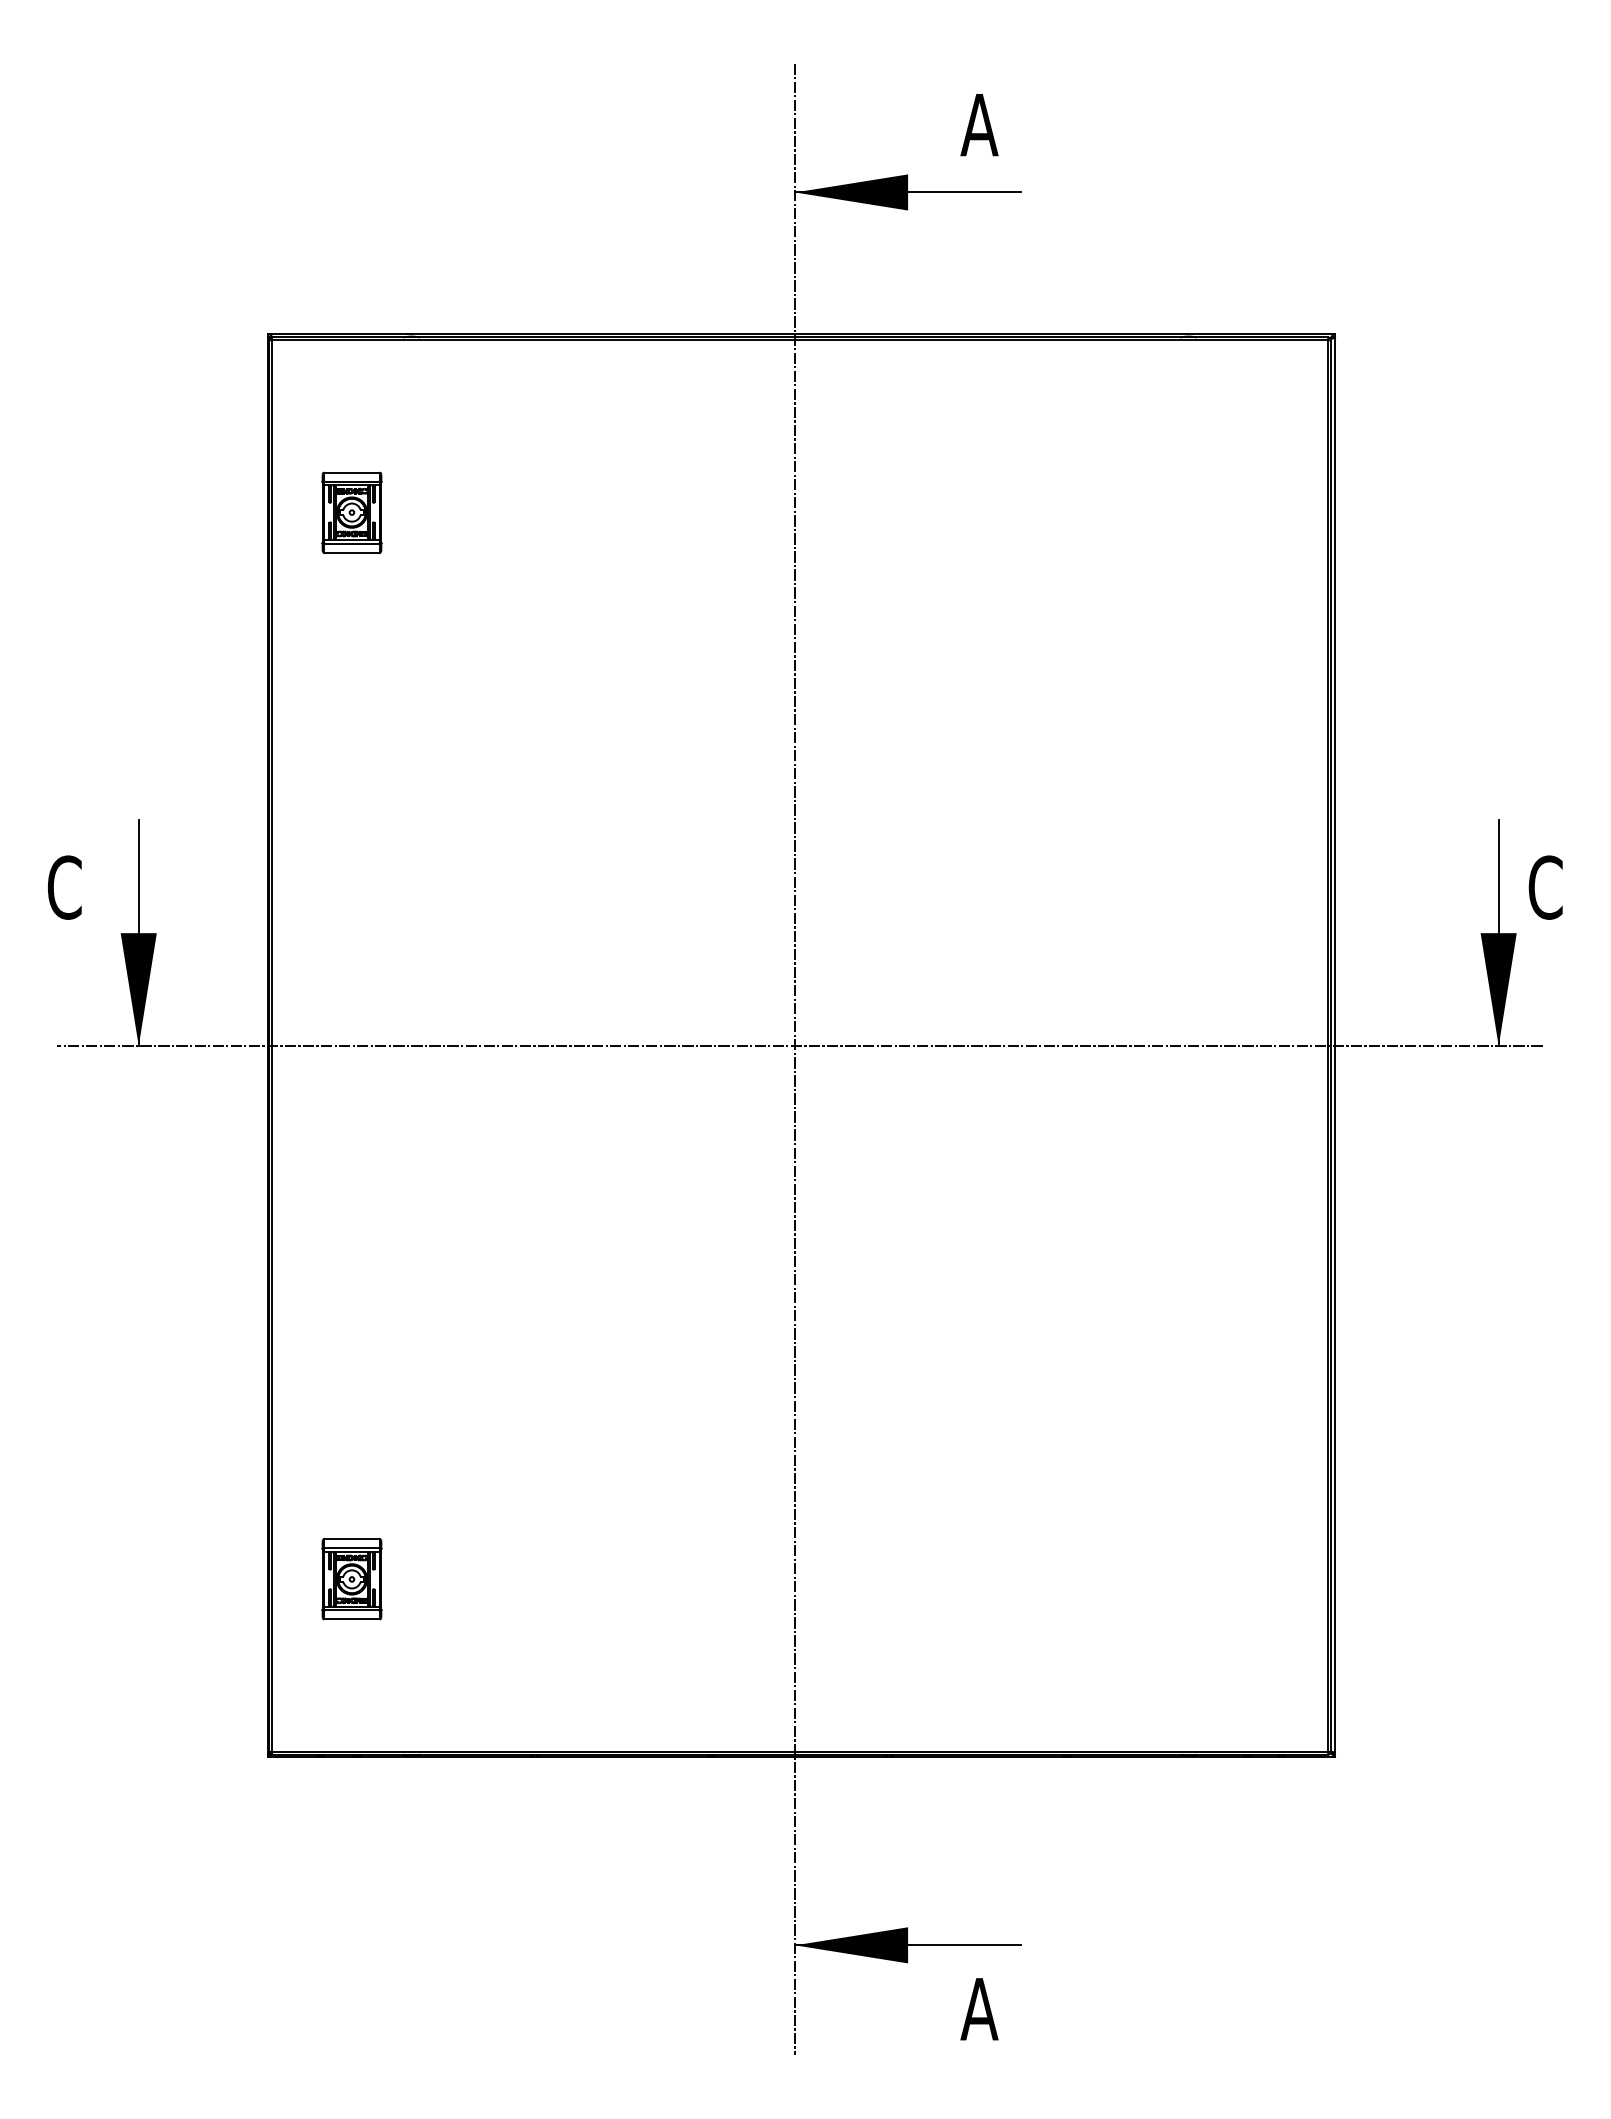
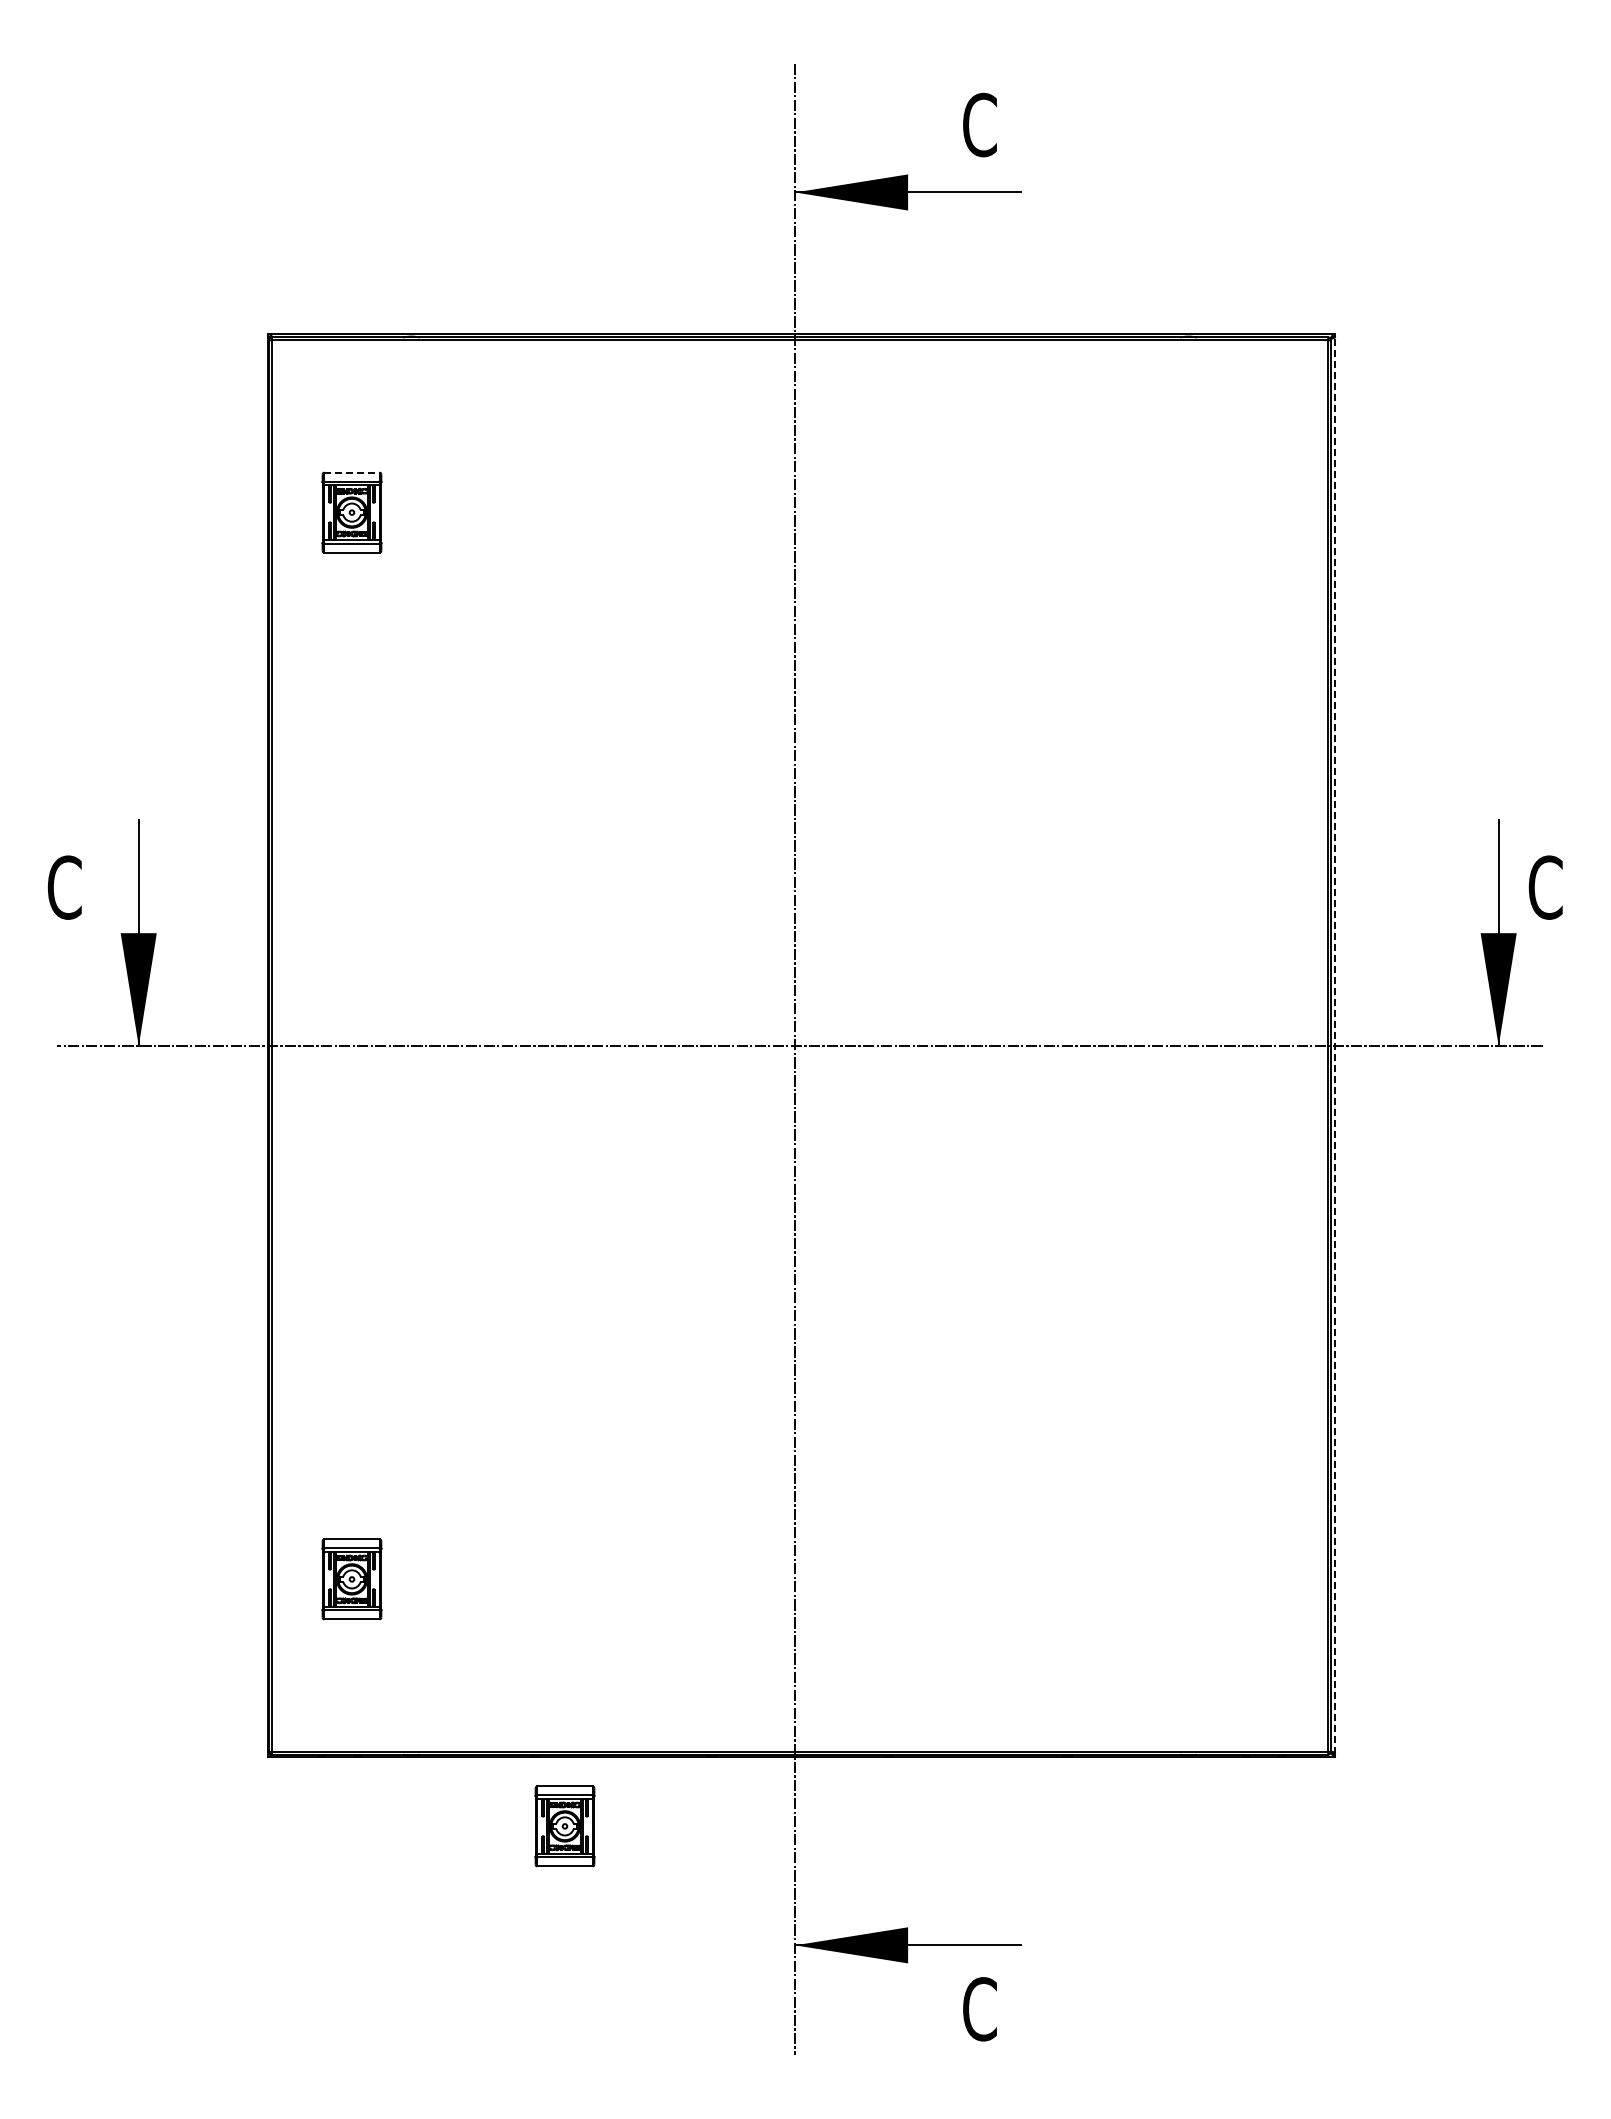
text at (979, 124): A -> C
line at (352, 472): solid -> dashed
line at (1335, 1044): solid -> dashed
part at (564, 1826): none -> present
text at (979, 2009): A -> C
